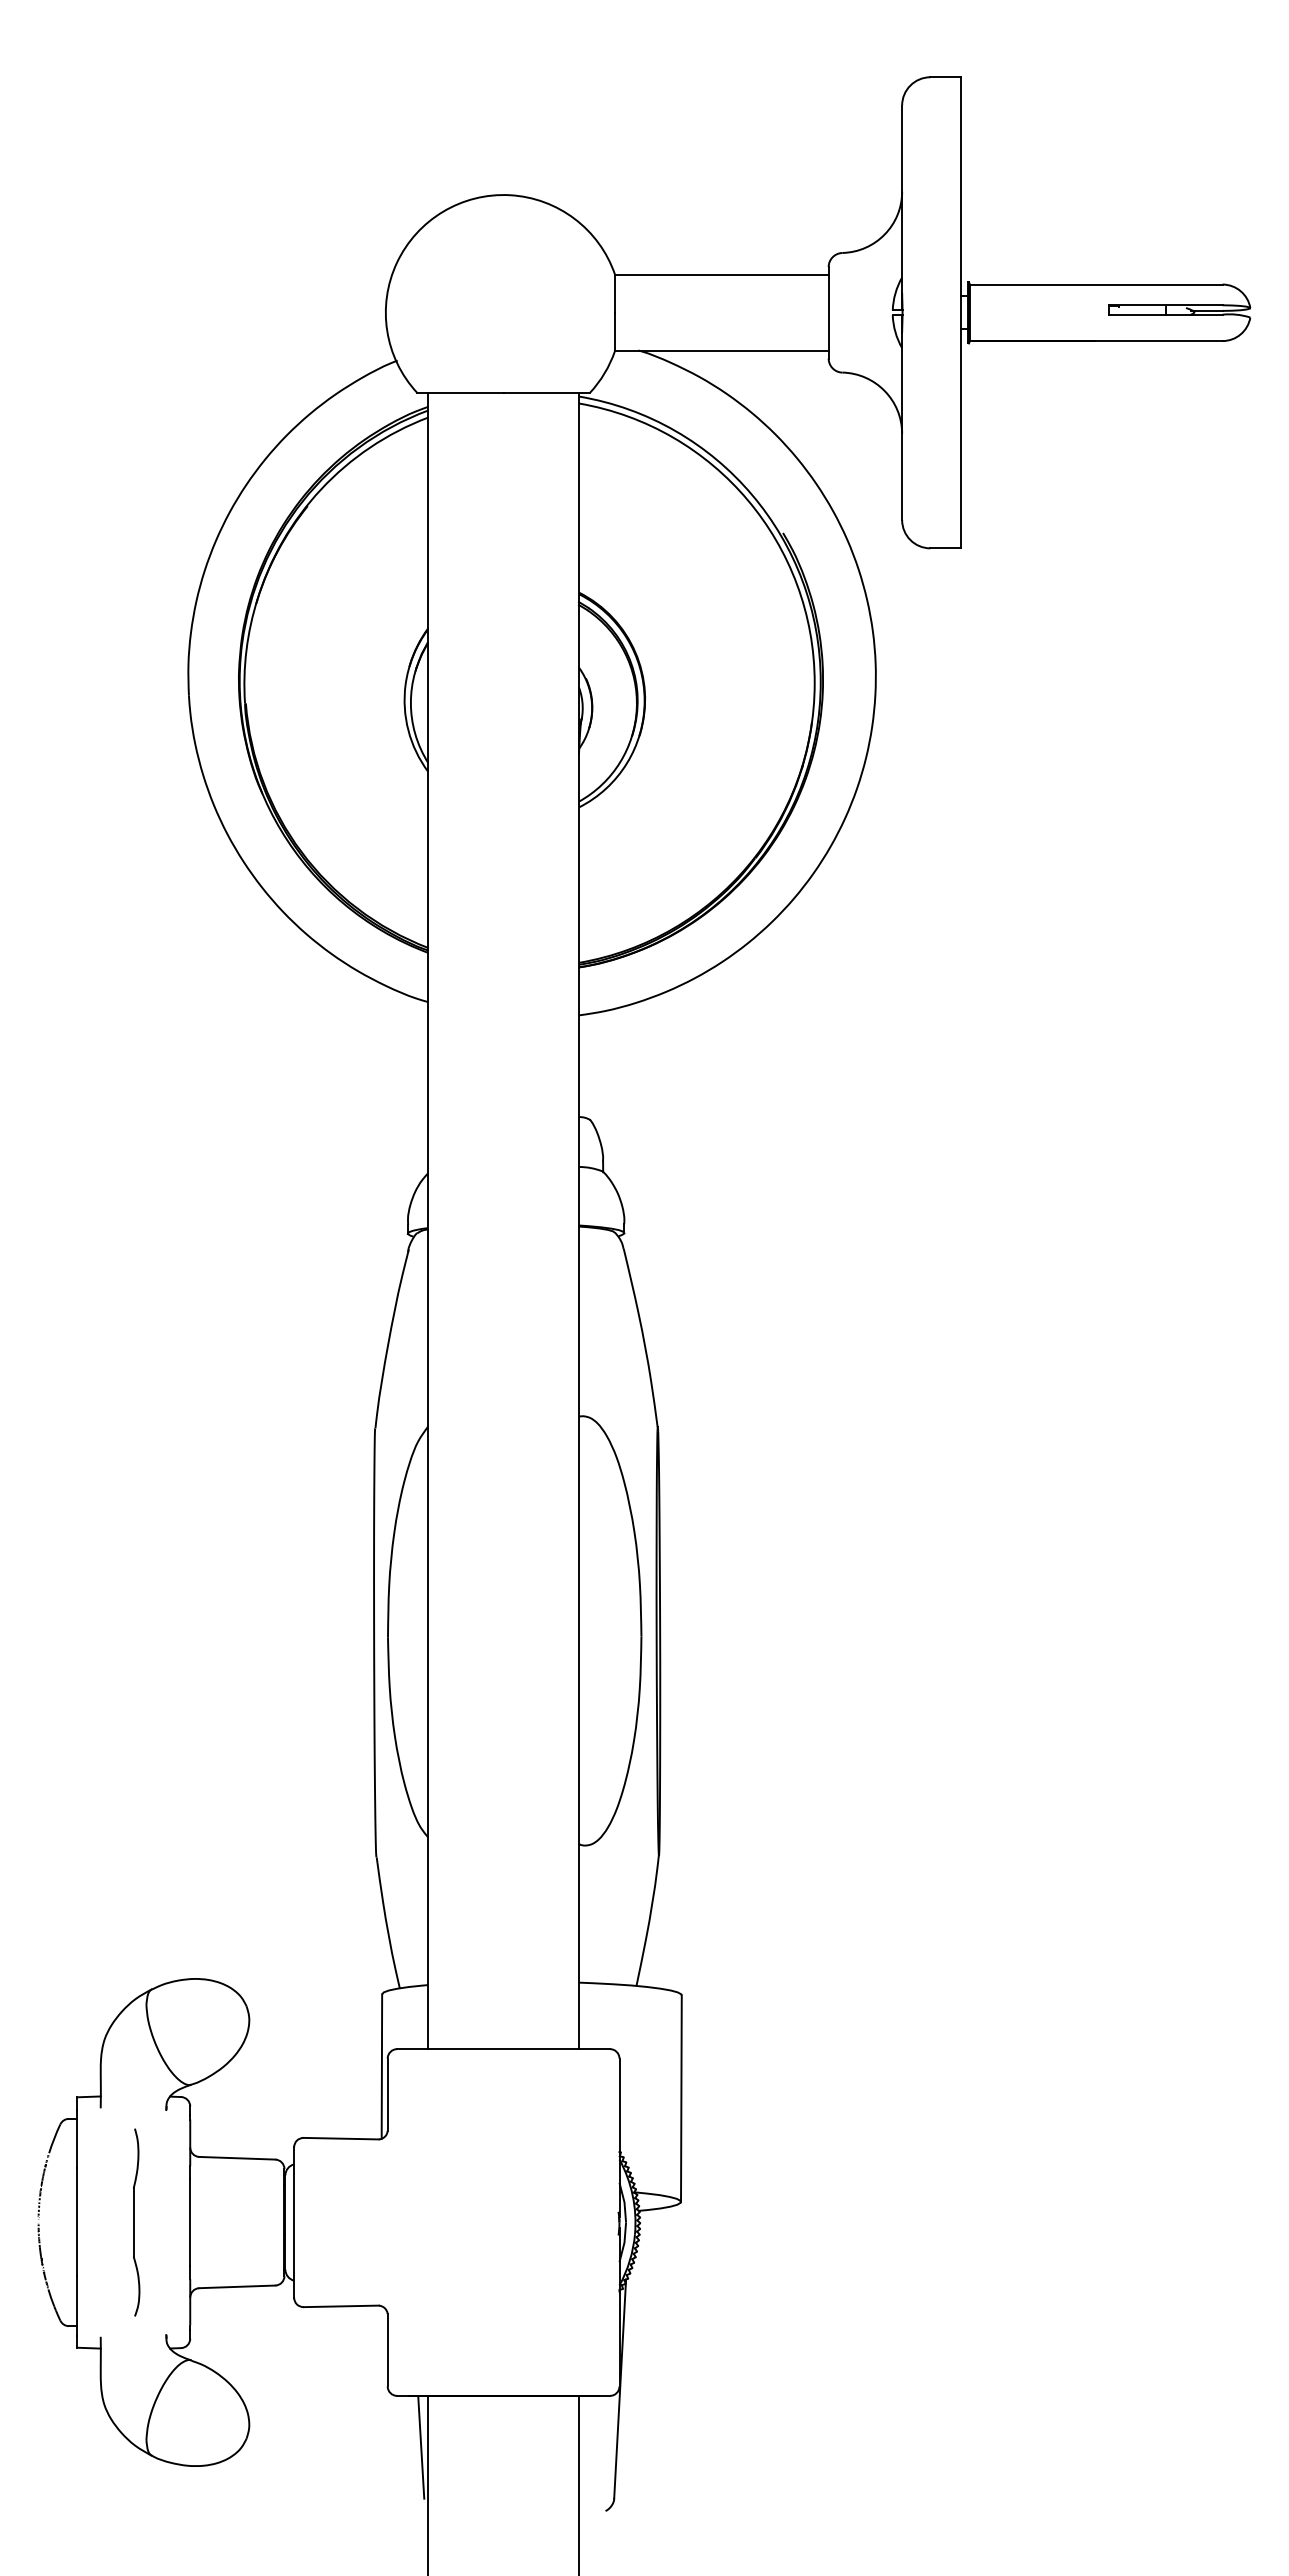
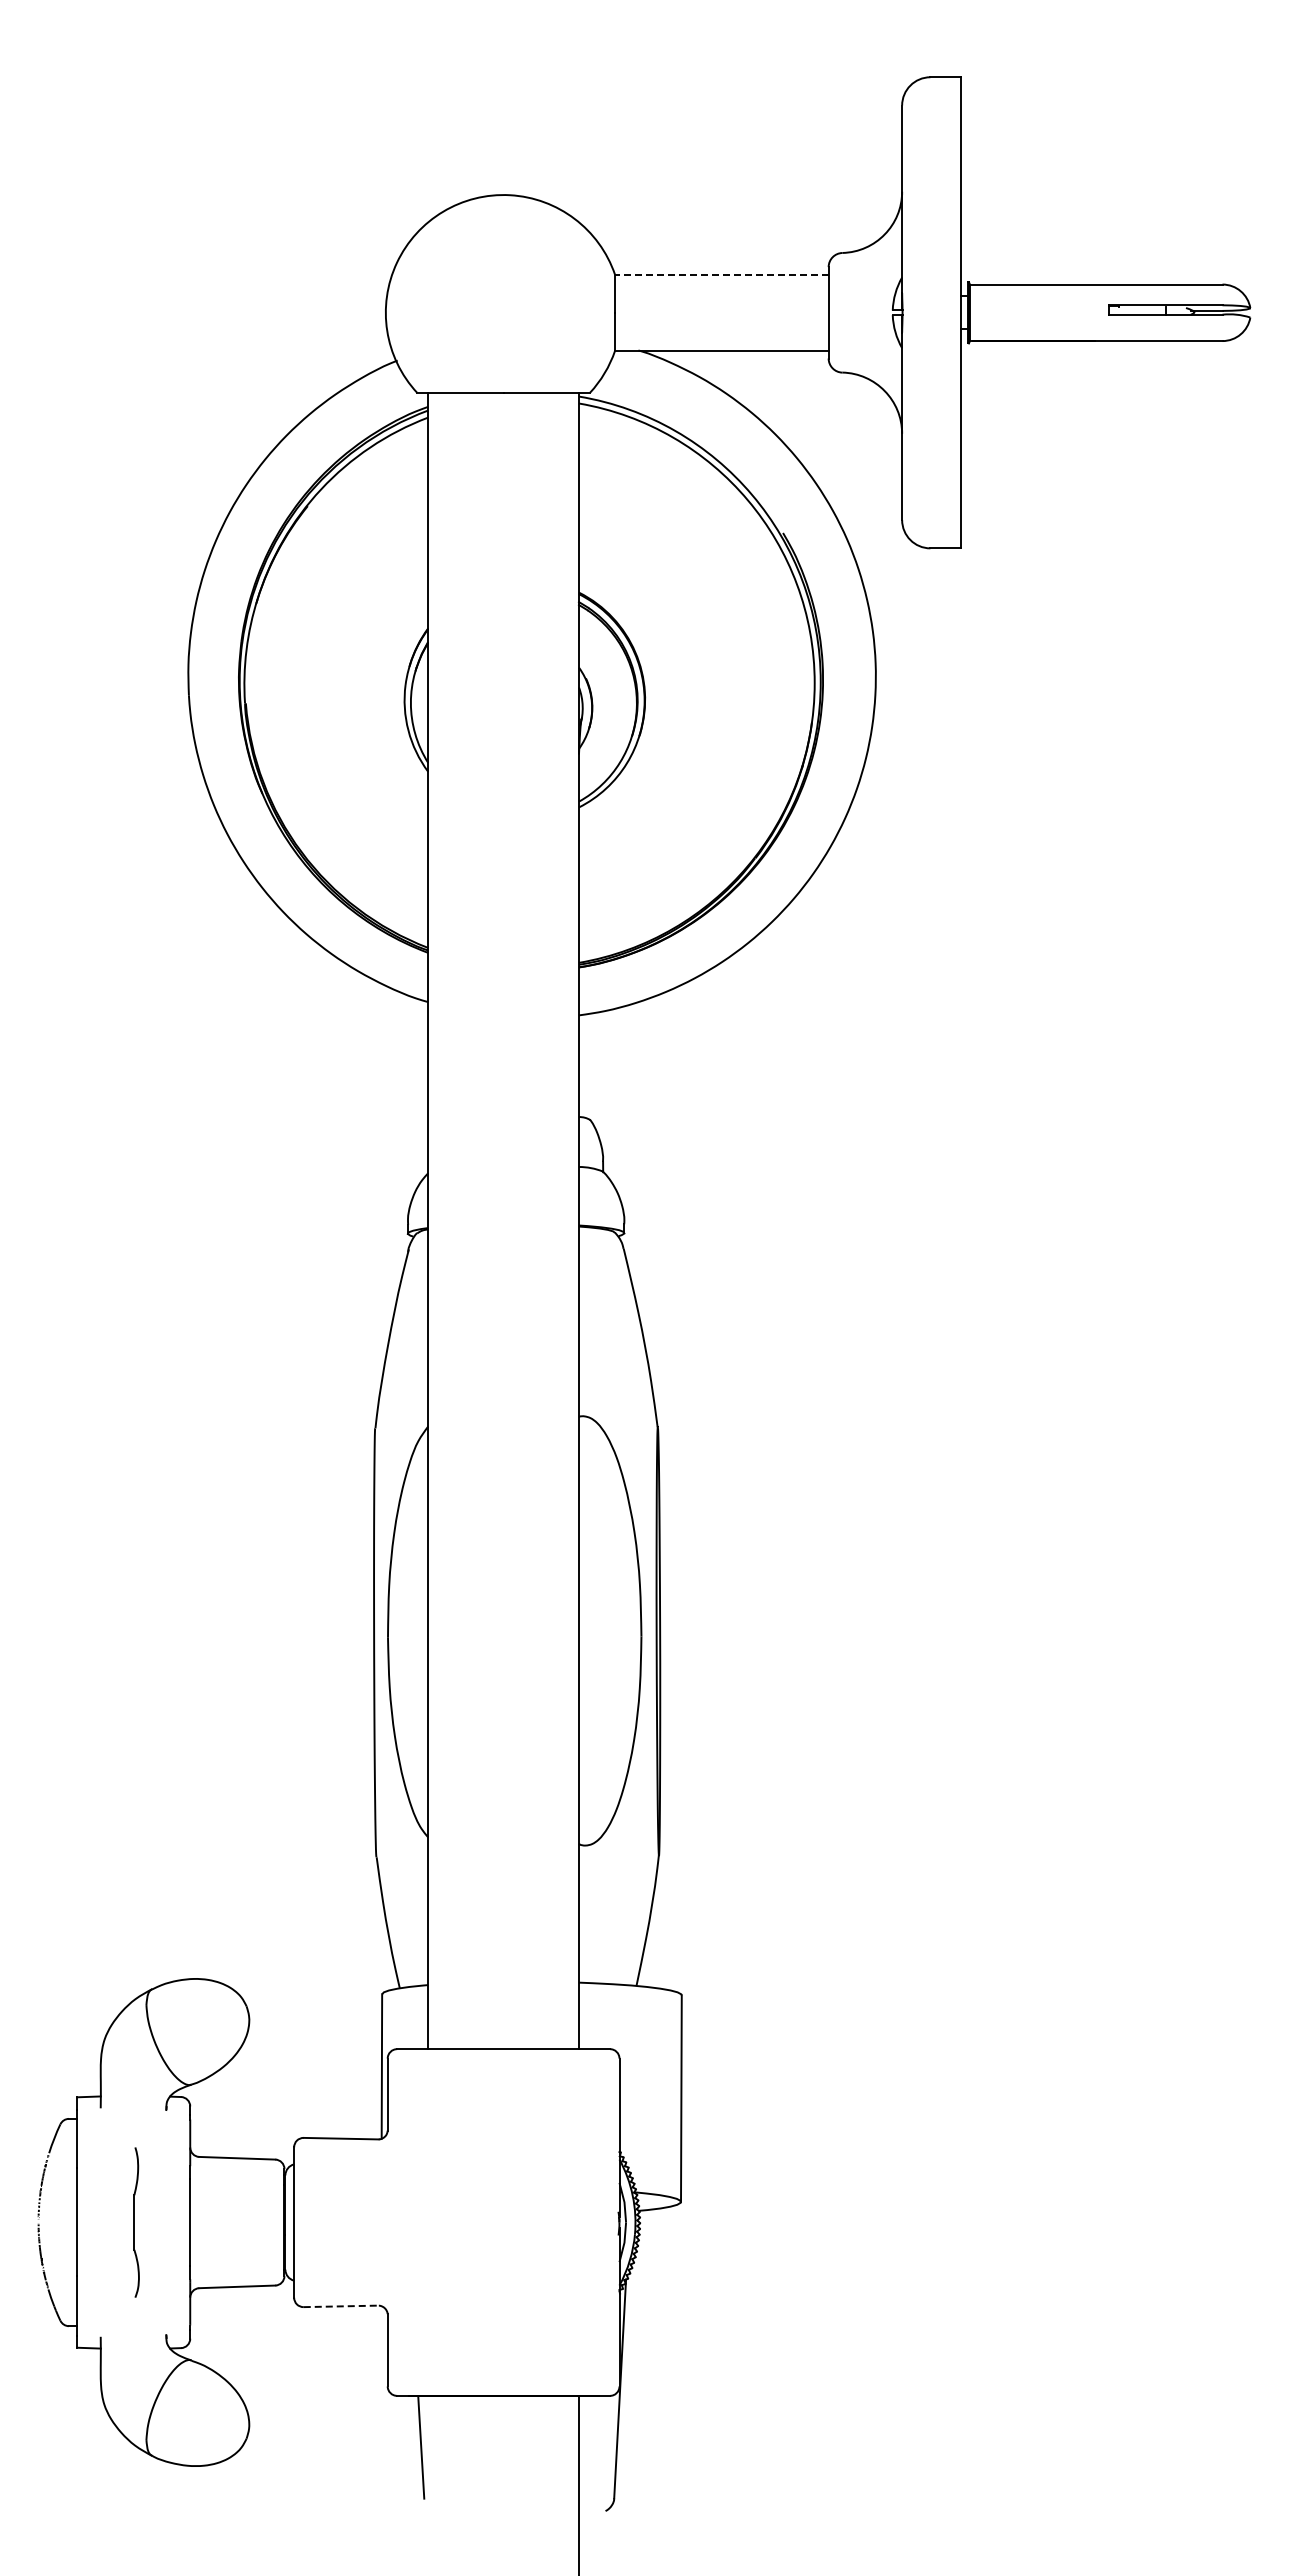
line at (721, 275): solid -> dashed
part at (136, 2222) size: 8x189 px -> 7x151 px
line at (341, 2306): solid -> dashed
line at (428, 2484): present -> none
